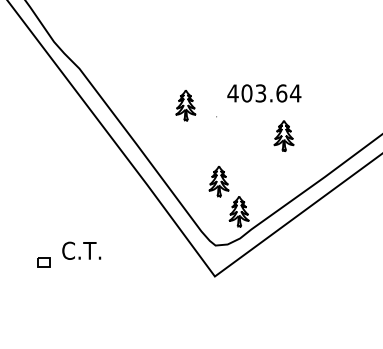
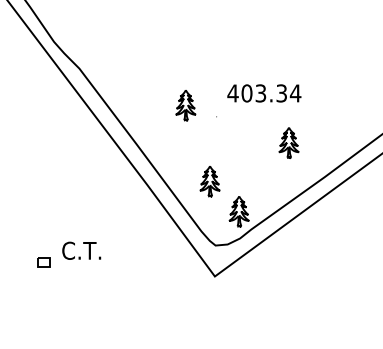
text at (281, 93): 403.64 -> 403.34
part at (283, 135) position: (283, 135) -> (288, 142)
part at (218, 181) position: (218, 181) -> (209, 181)
